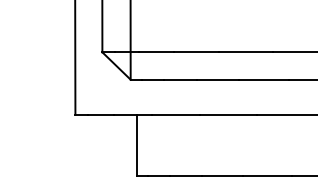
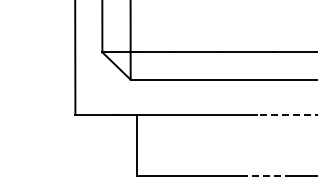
line at (287, 114): solid -> dashed
line at (267, 176): solid -> dashed
